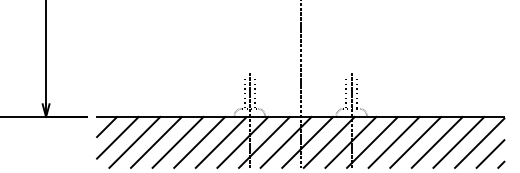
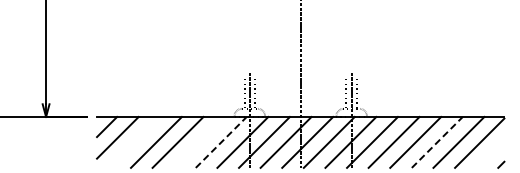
line at (134, 141): present -> none
line at (199, 141): present -> none
line at (221, 142): solid -> dashed
line at (437, 142): solid -> dashed
line at (490, 153): present -> none
